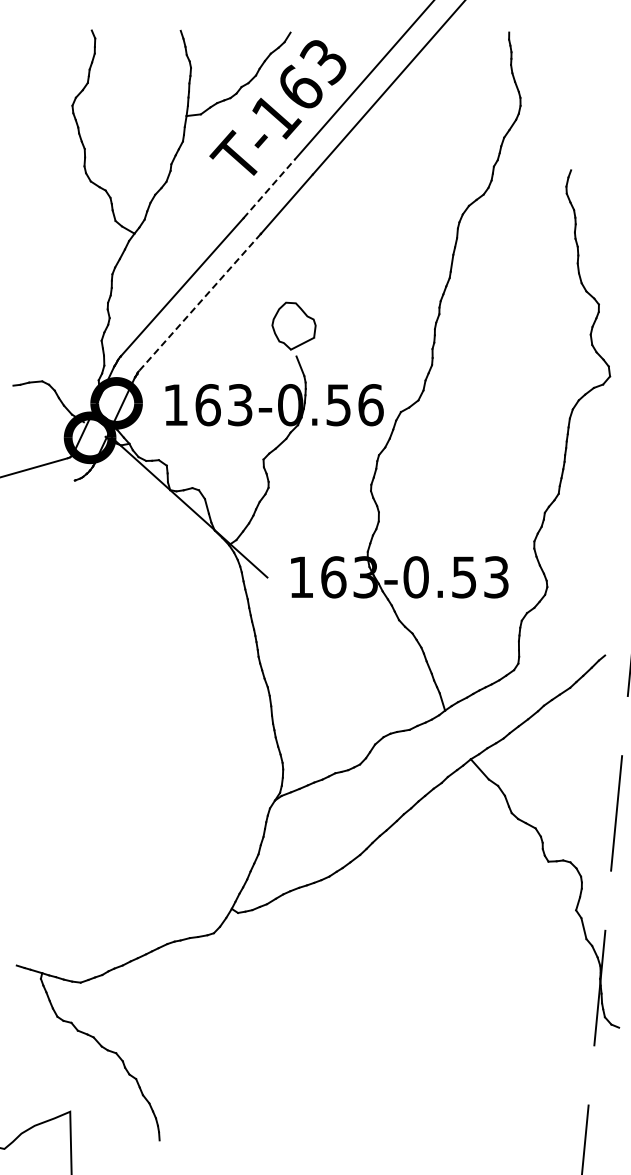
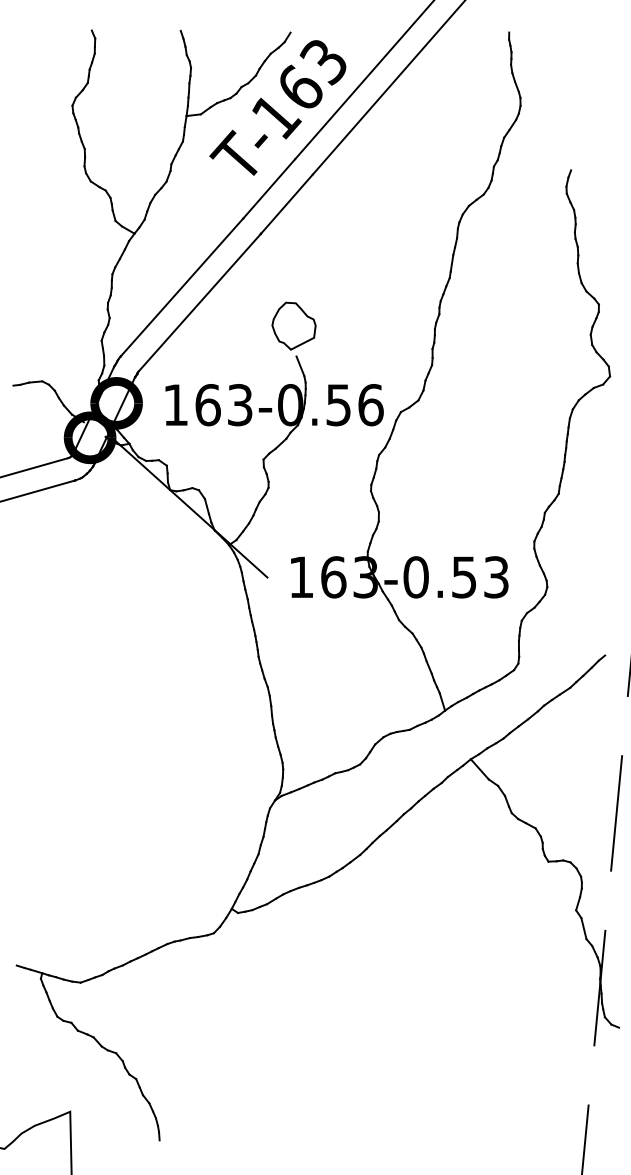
line at (269, 188): dashed -> solid
line at (199, 302): dashed -> solid
line at (38, 490): none -> present
